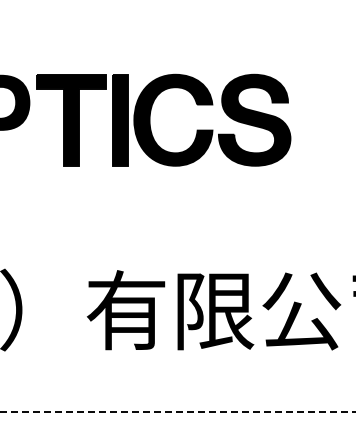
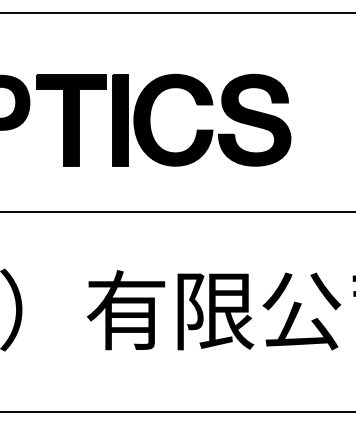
line at (177, 13): none -> present
line at (177, 212): none -> present
line at (178, 411): dashed -> solid
